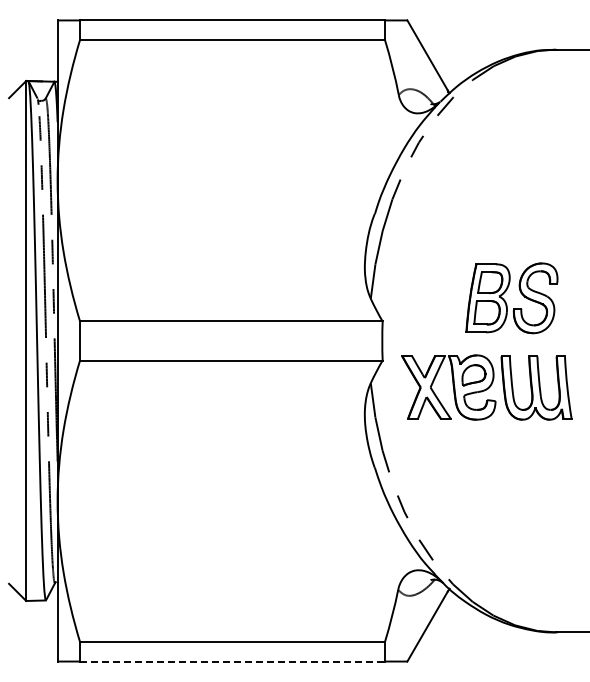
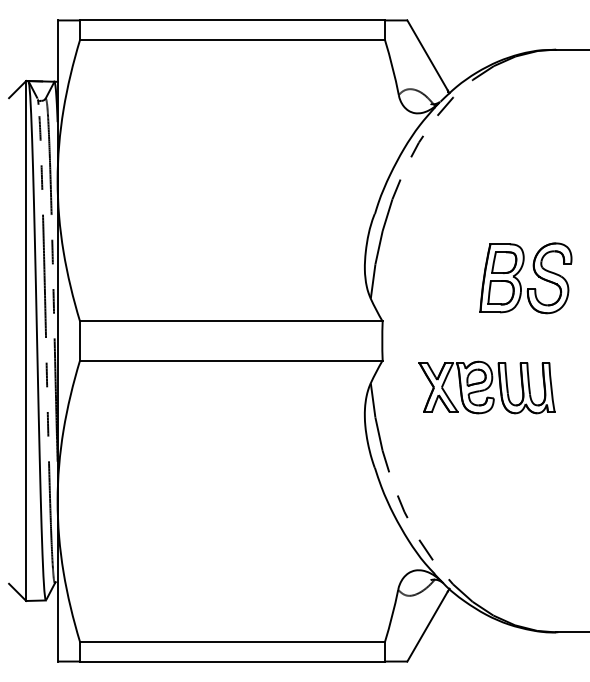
part at (505, 300) position: (505, 300) -> (519, 280)
part at (486, 387) size: 172x67 px -> 138x55 px
line at (233, 661): dashed -> solid
